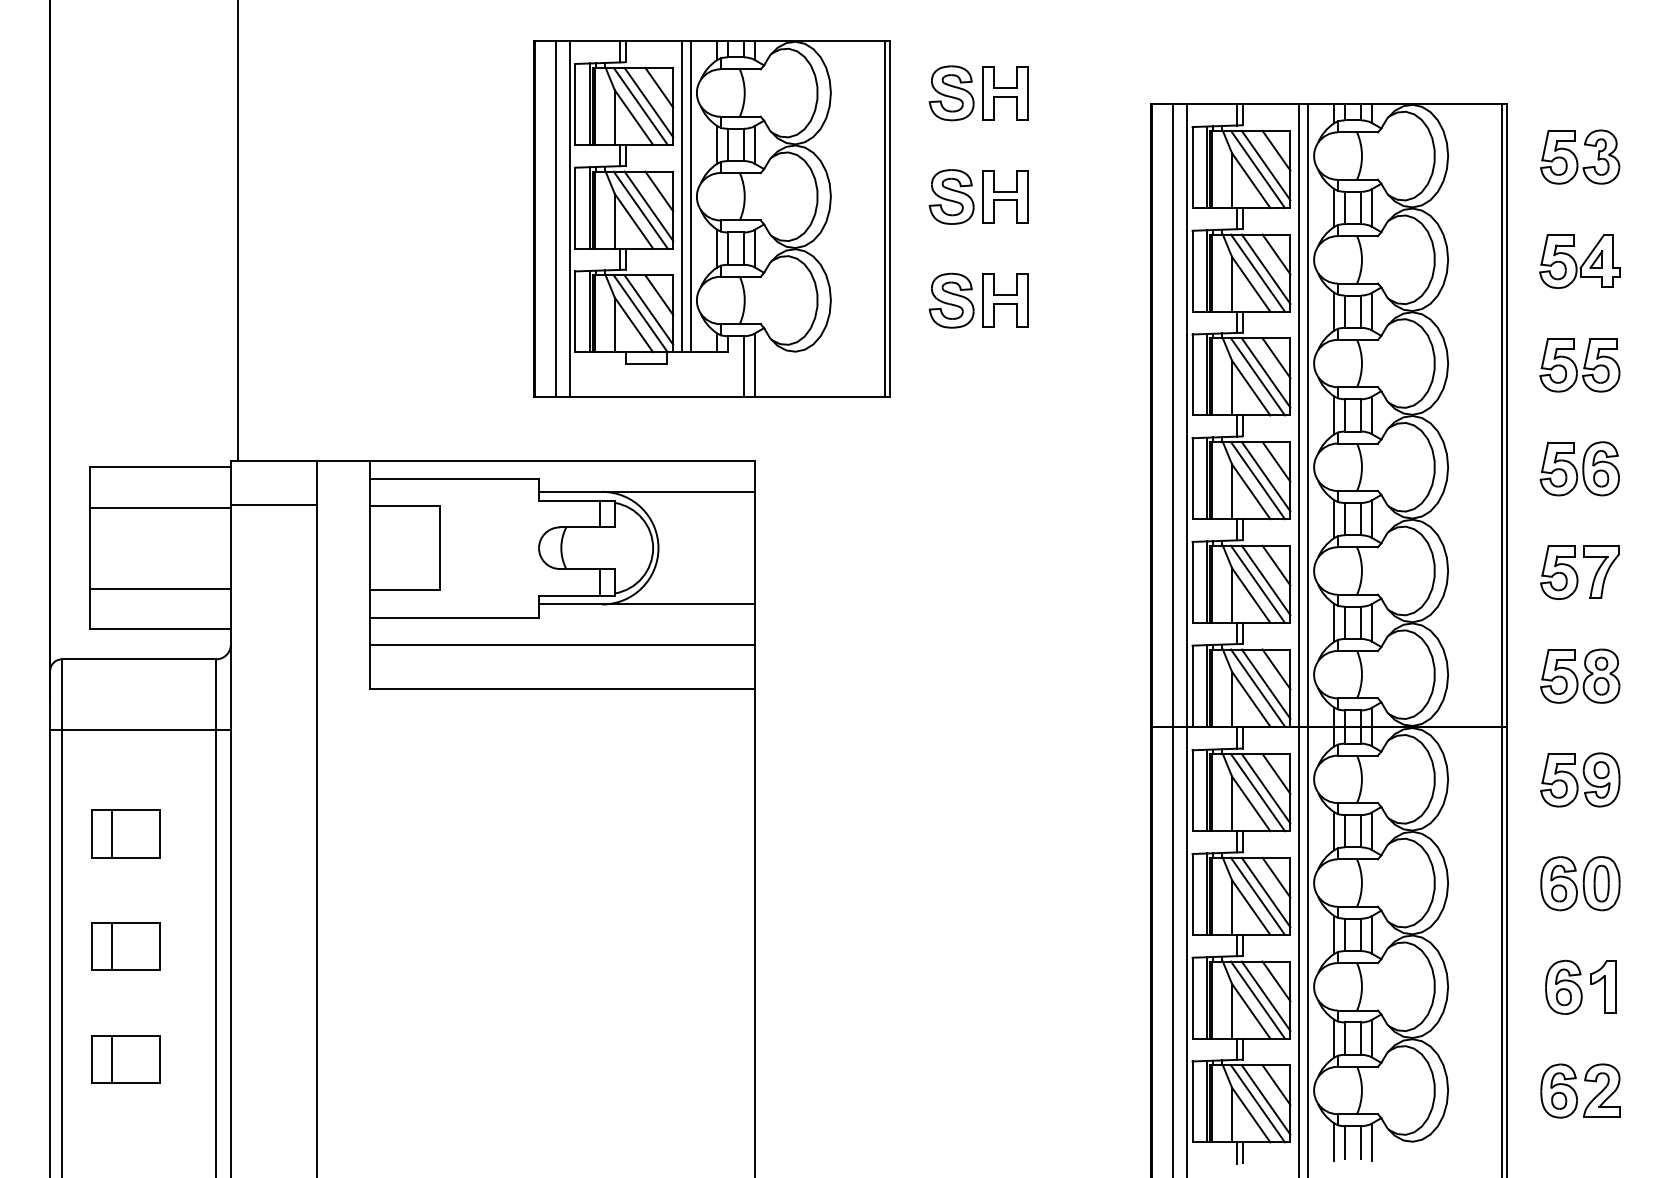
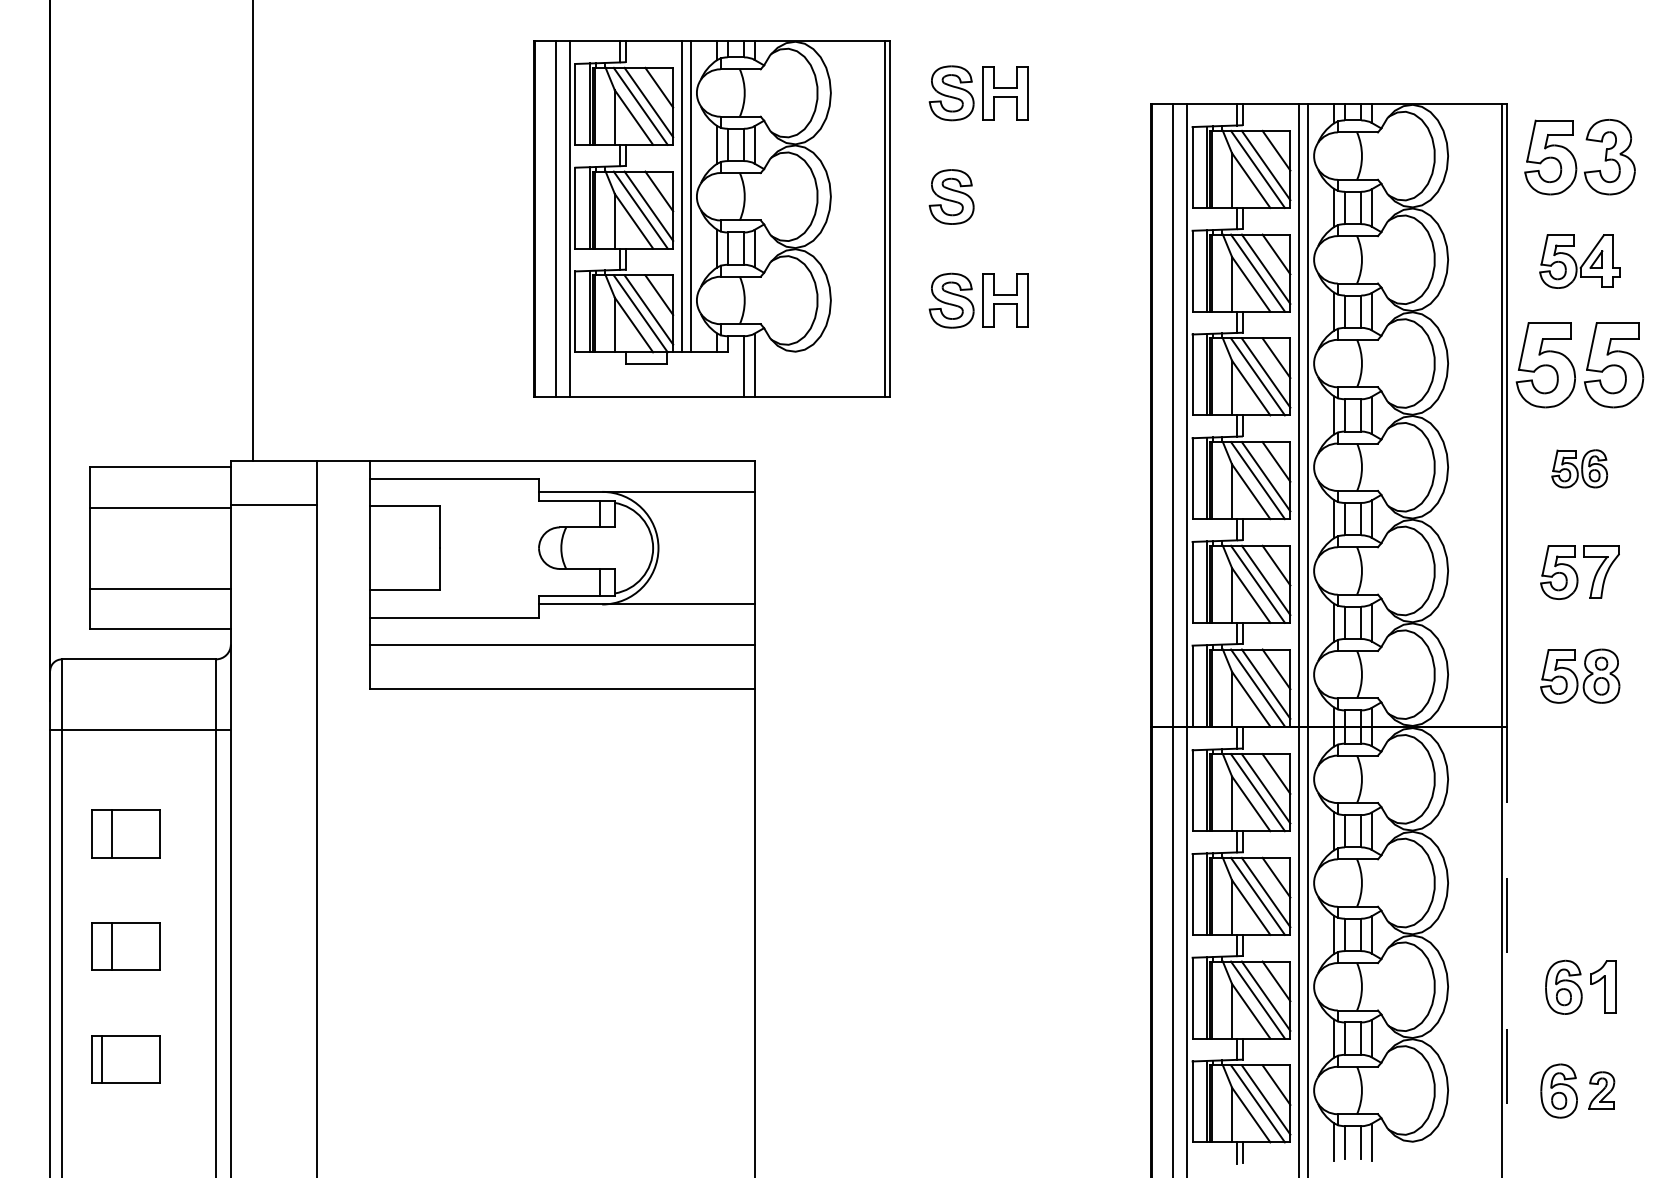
part at (1580, 156) size: 81x56 px -> 112x77 px
part at (1005, 196): present -> none
line at (238, 231) position: (238, 231) -> (253, 231)
part at (1579, 365) size: 82x55 px -> 130x87 px
part at (1579, 468) size: 81x56 px -> 58x40 px
part at (1580, 779): present -> none
part at (1580, 883): present -> none
line at (1506, 952): solid -> dashed
line at (112, 1059) position: (112, 1059) -> (102, 1059)
part at (1601, 1090) size: 38x55 px -> 28x39 px
